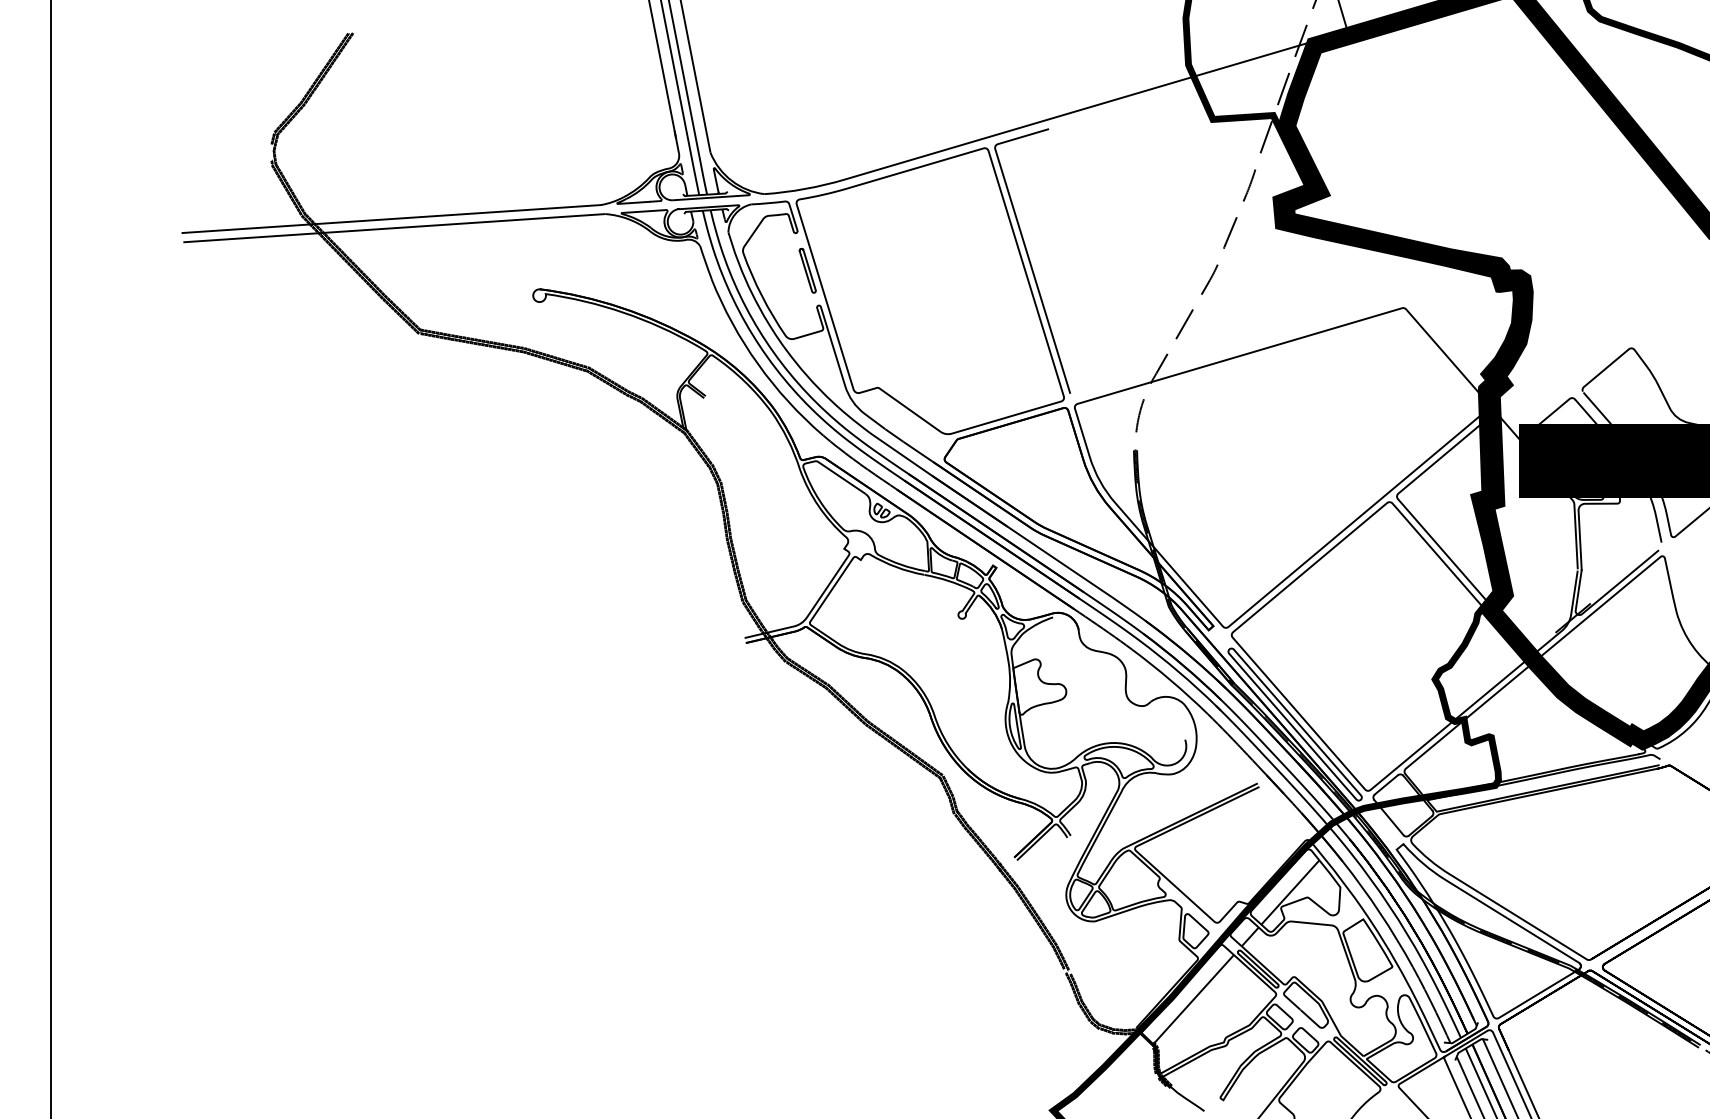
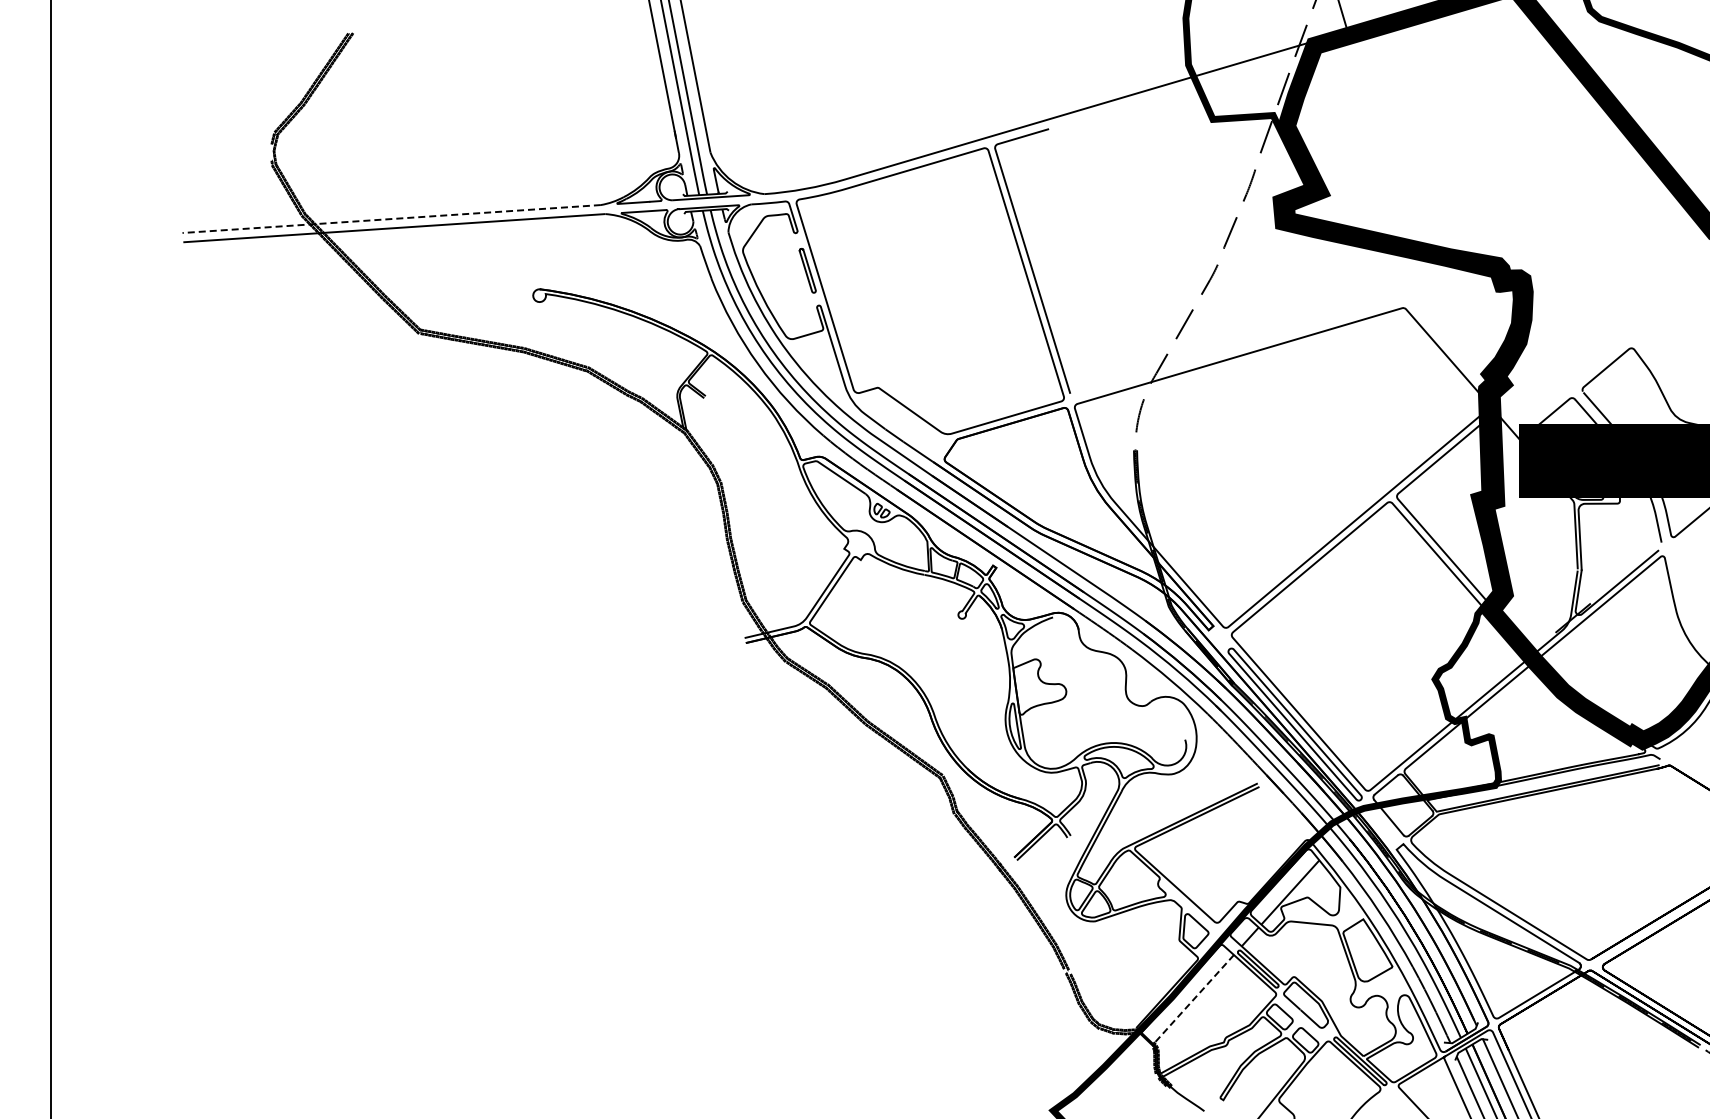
line at (391, 219): solid -> dashed
line at (1193, 999): solid -> dashed
